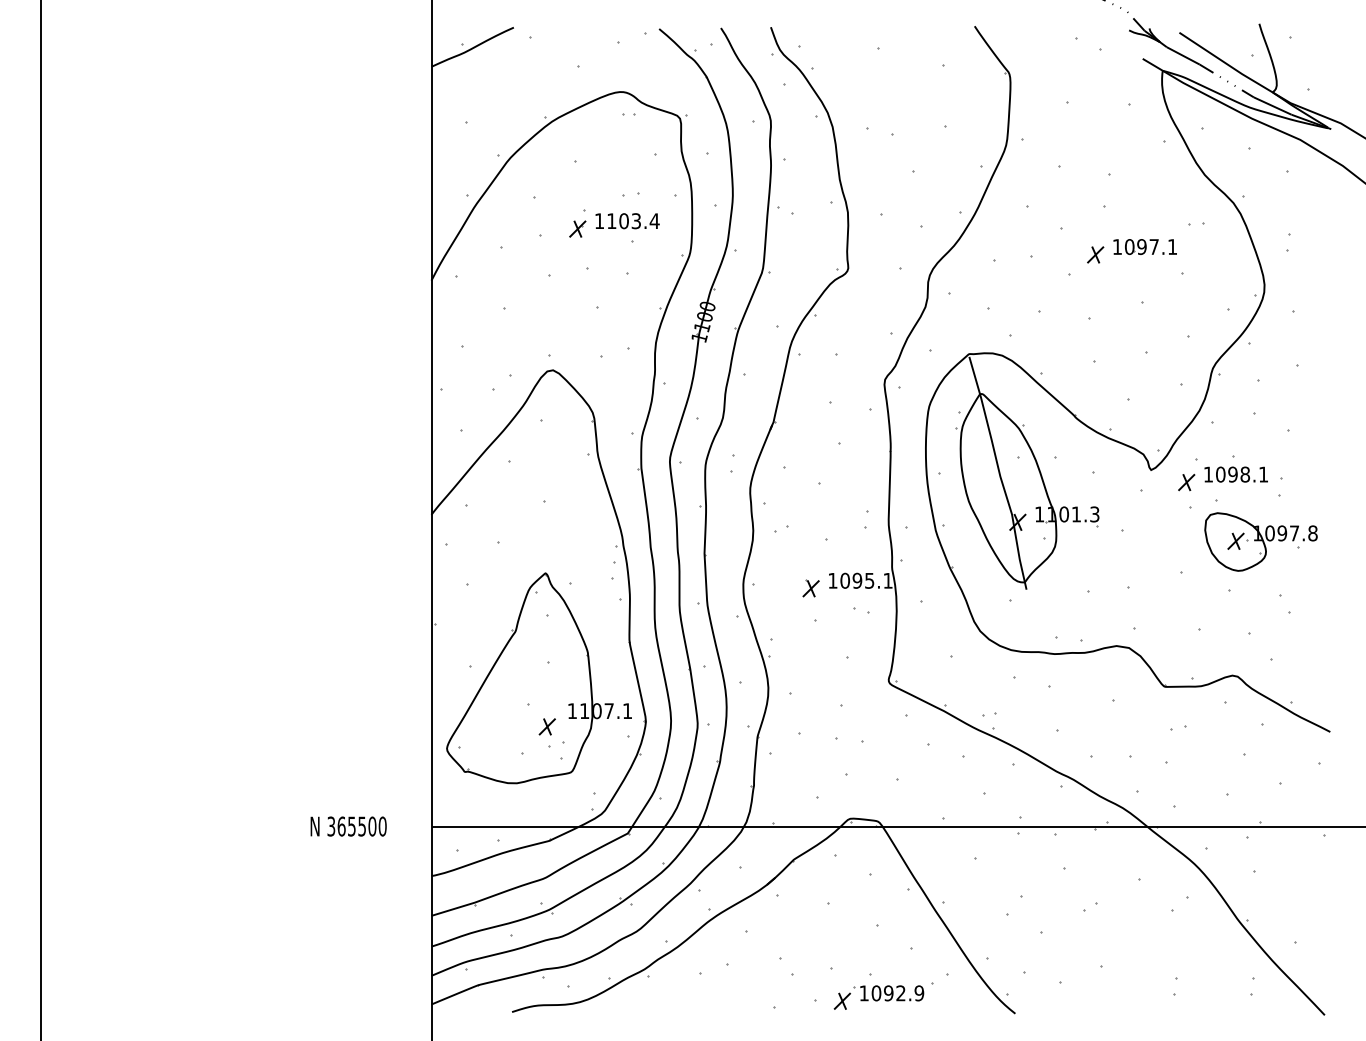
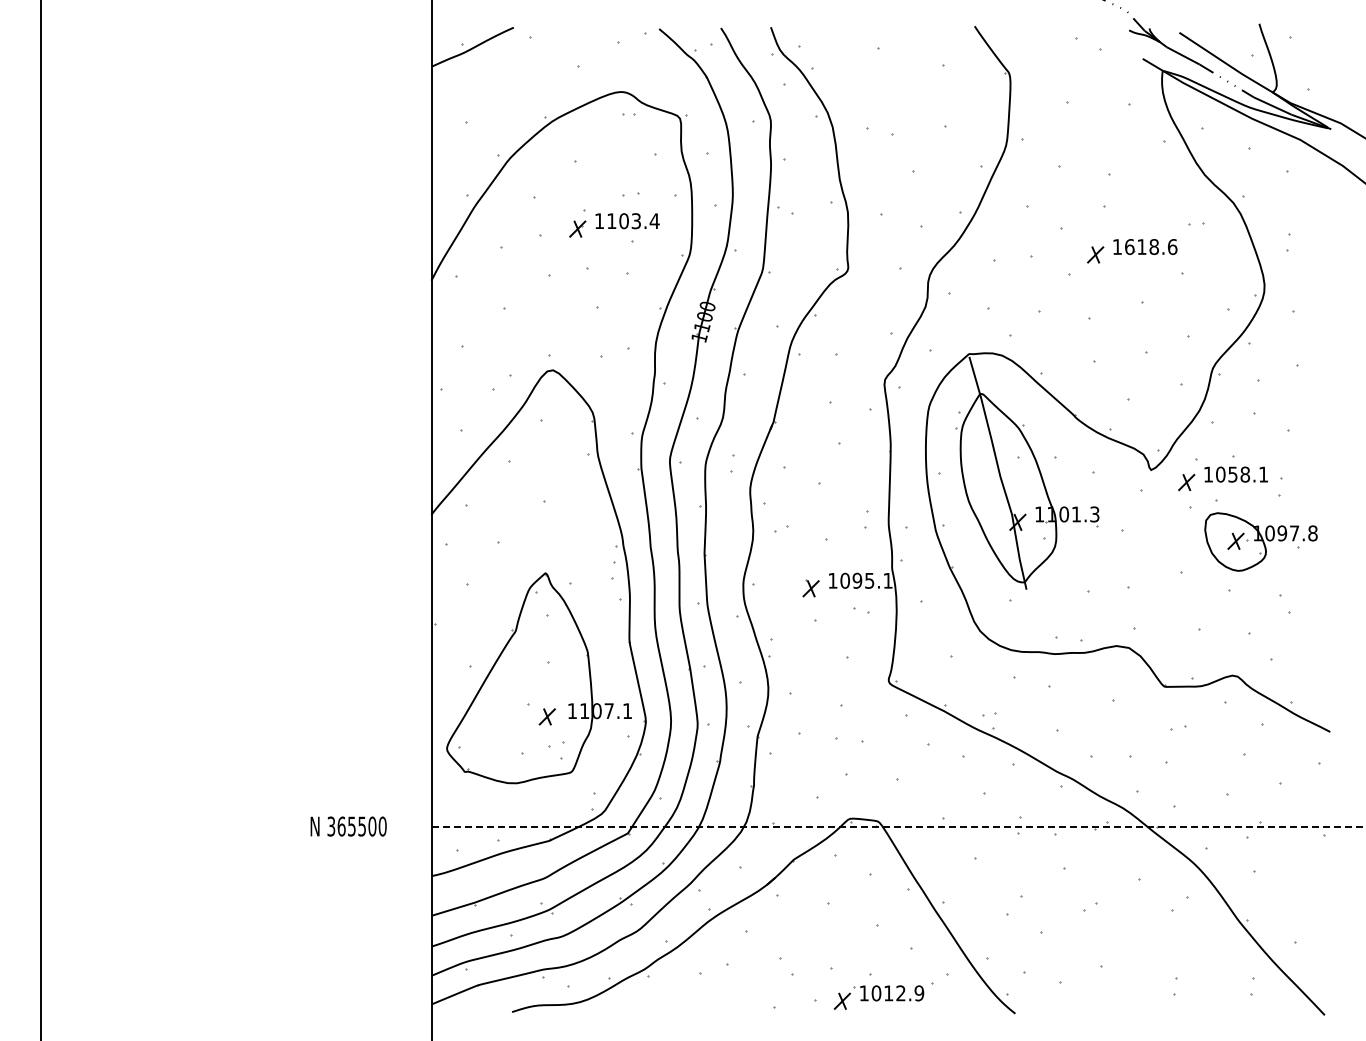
text at (1151, 247): 1097.1 -> 1618.6
text at (1232, 474): 1098.1 -> 1058.1
part at (546, 726) position: (546, 726) -> (546, 716)
line at (898, 826): solid -> dashed
text at (888, 993): 1092.9 -> 1012.9
